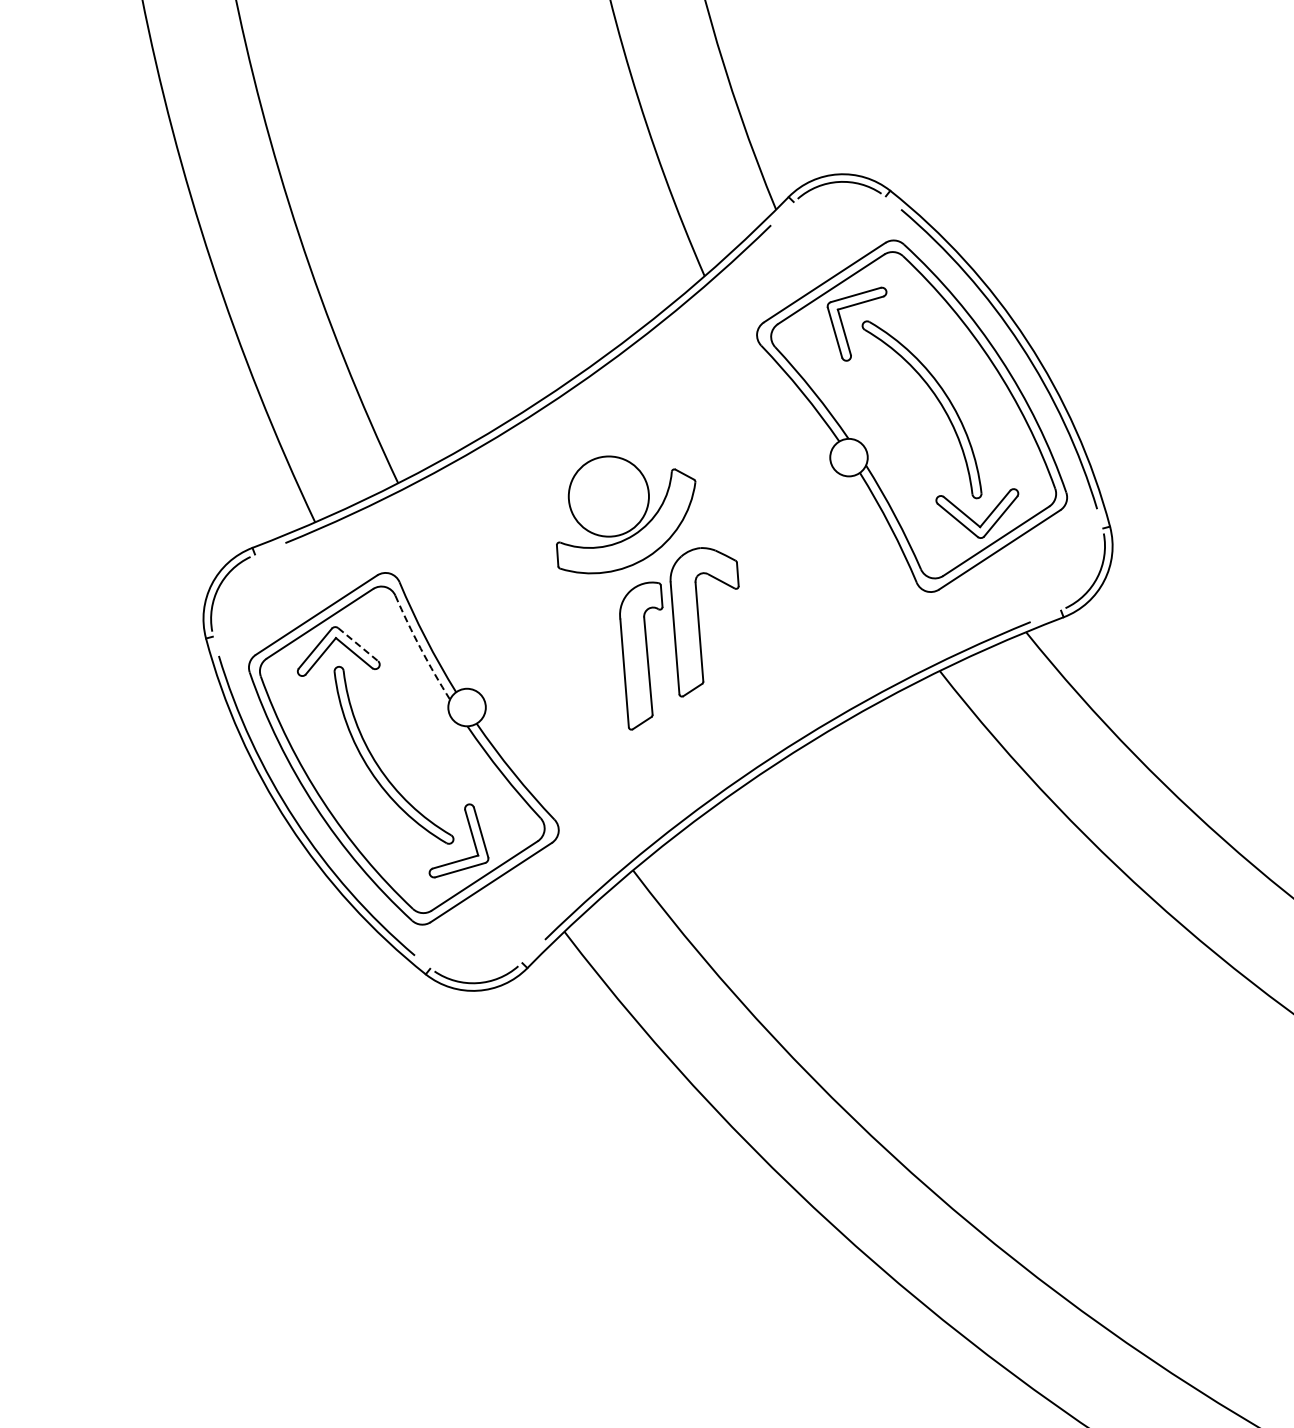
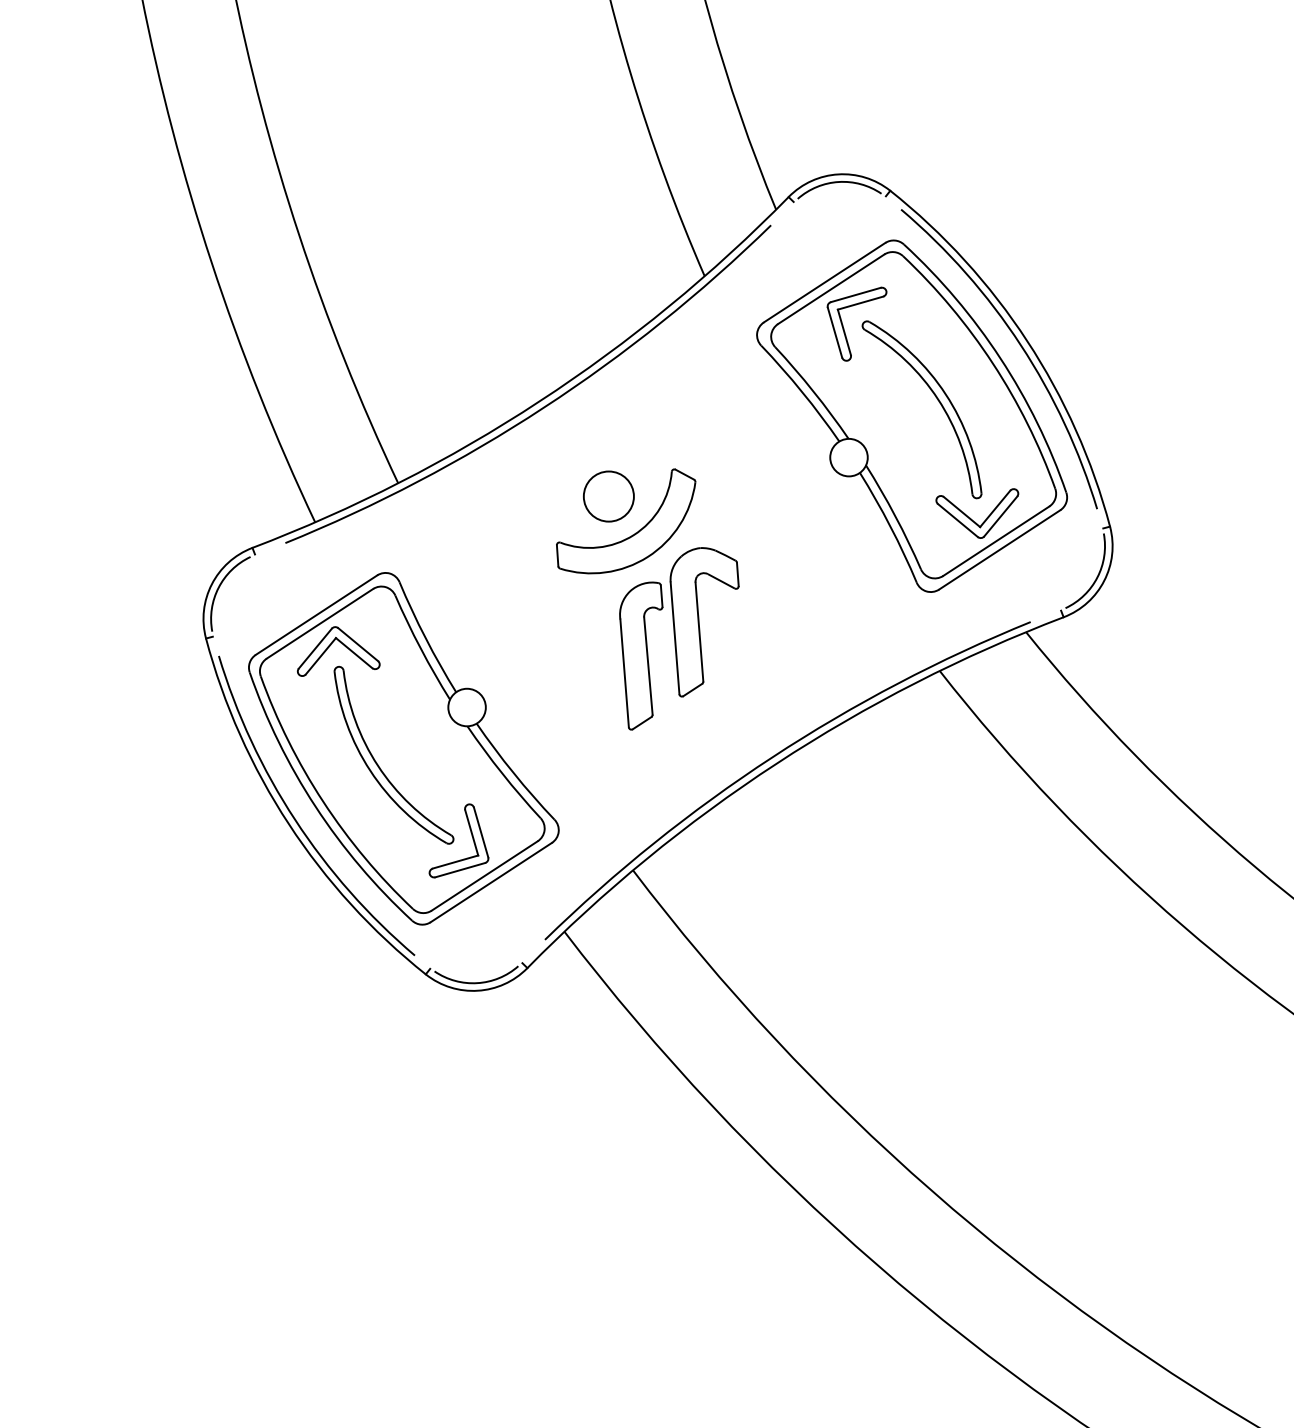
circle at (608, 496) diameter: 80 px -> 50 px
line at (358, 644): dashed -> solid
arc at (420, 648): dashed -> solid
